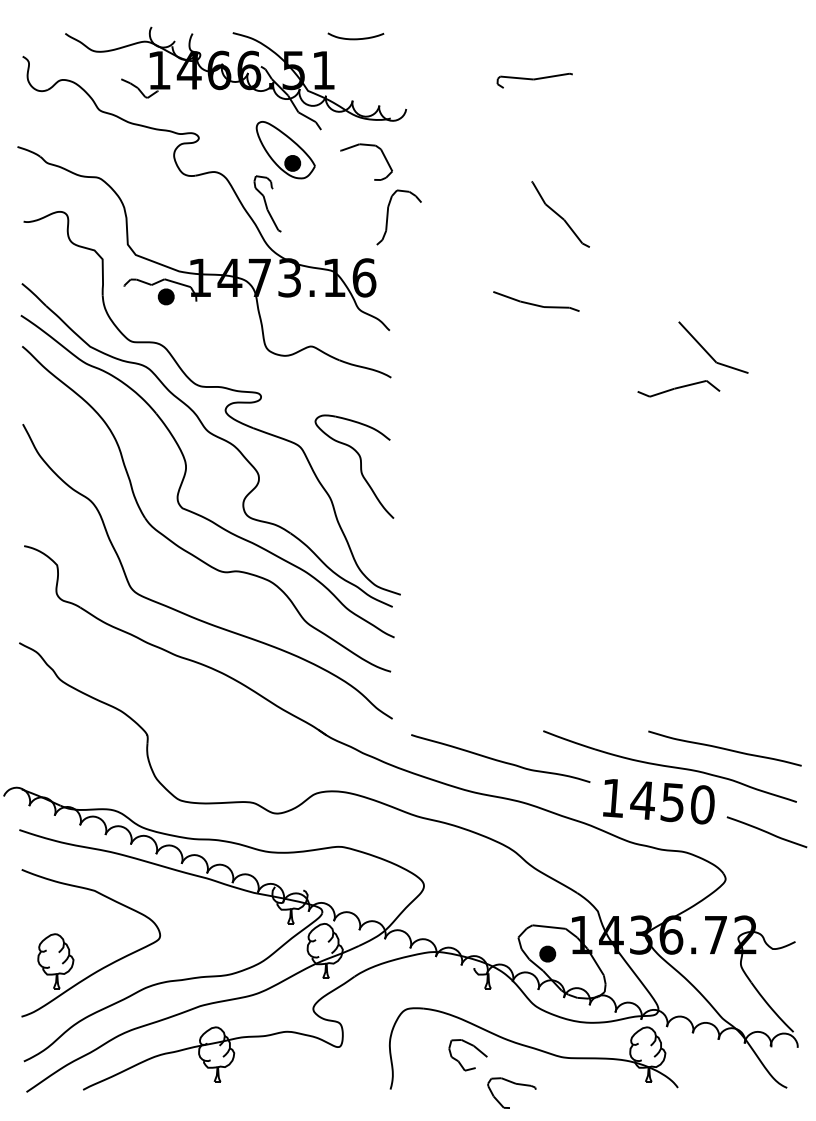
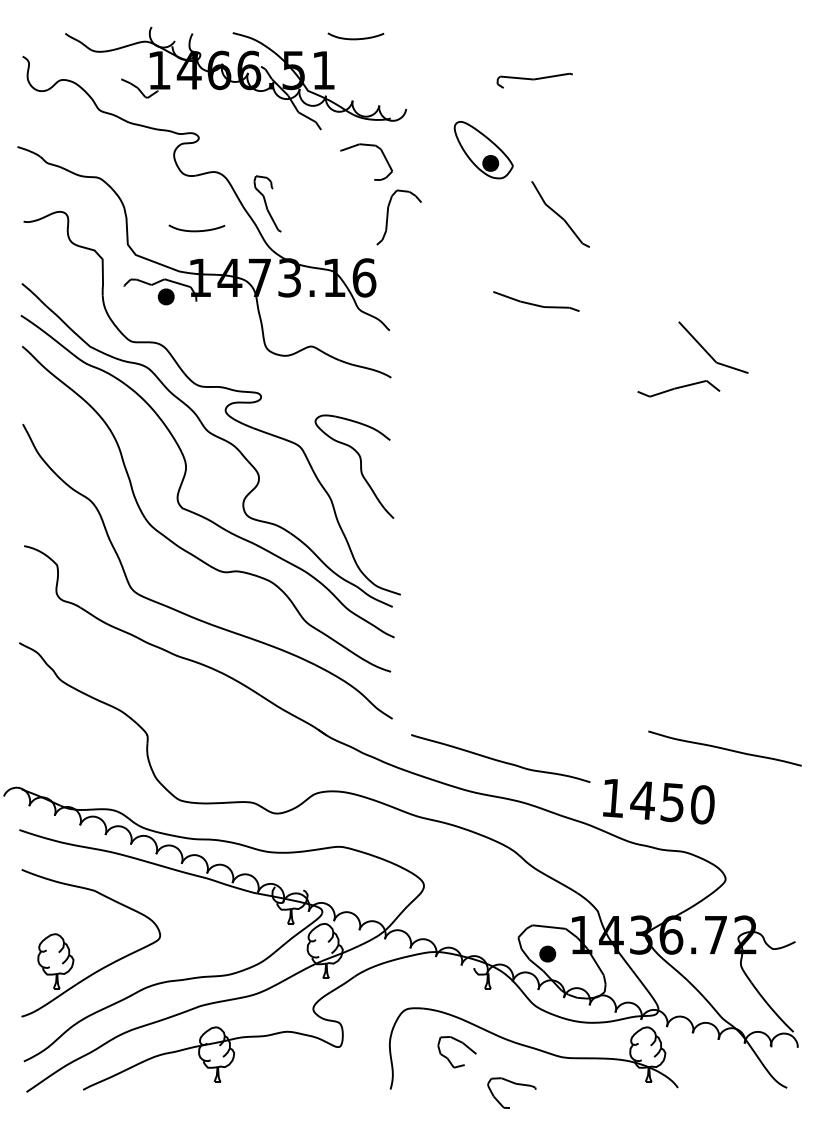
part at (285, 150) position: (285, 150) -> (483, 150)
curve at (196, 230): none -> present
part at (669, 766): present -> none
line at (766, 832): present -> none
part at (460, 1062) position: (460, 1062) -> (449, 1059)
